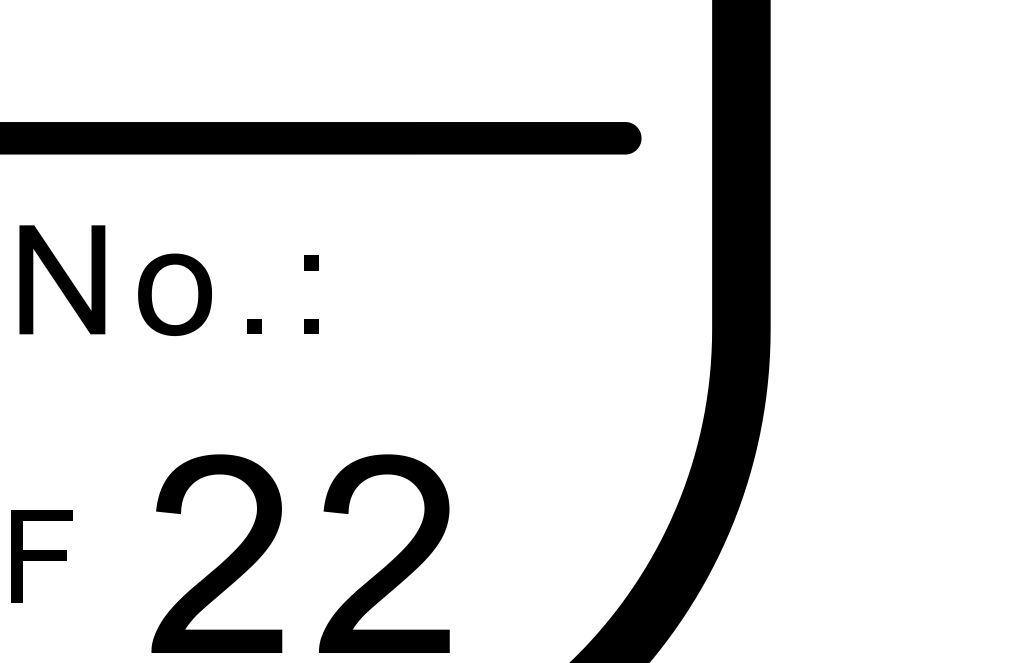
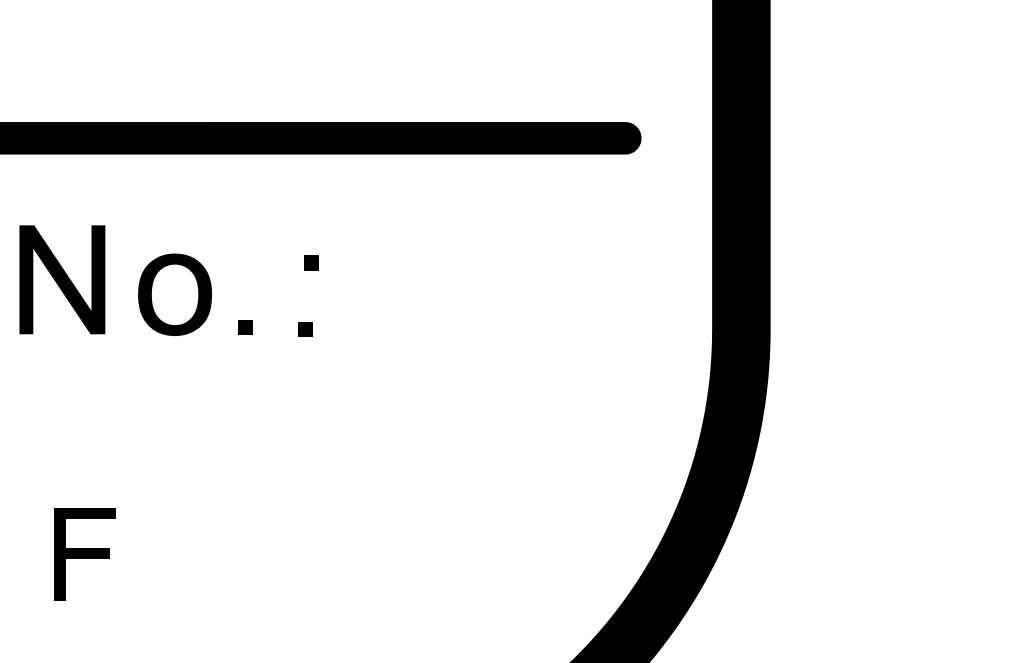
part at (254, 326) position: (254, 326) -> (245, 327)
part at (311, 326) position: (311, 326) -> (305, 329)
fill at (216, 553): present -> none
fill at (383, 553): present -> none
part at (41, 556) position: (41, 556) -> (84, 554)
